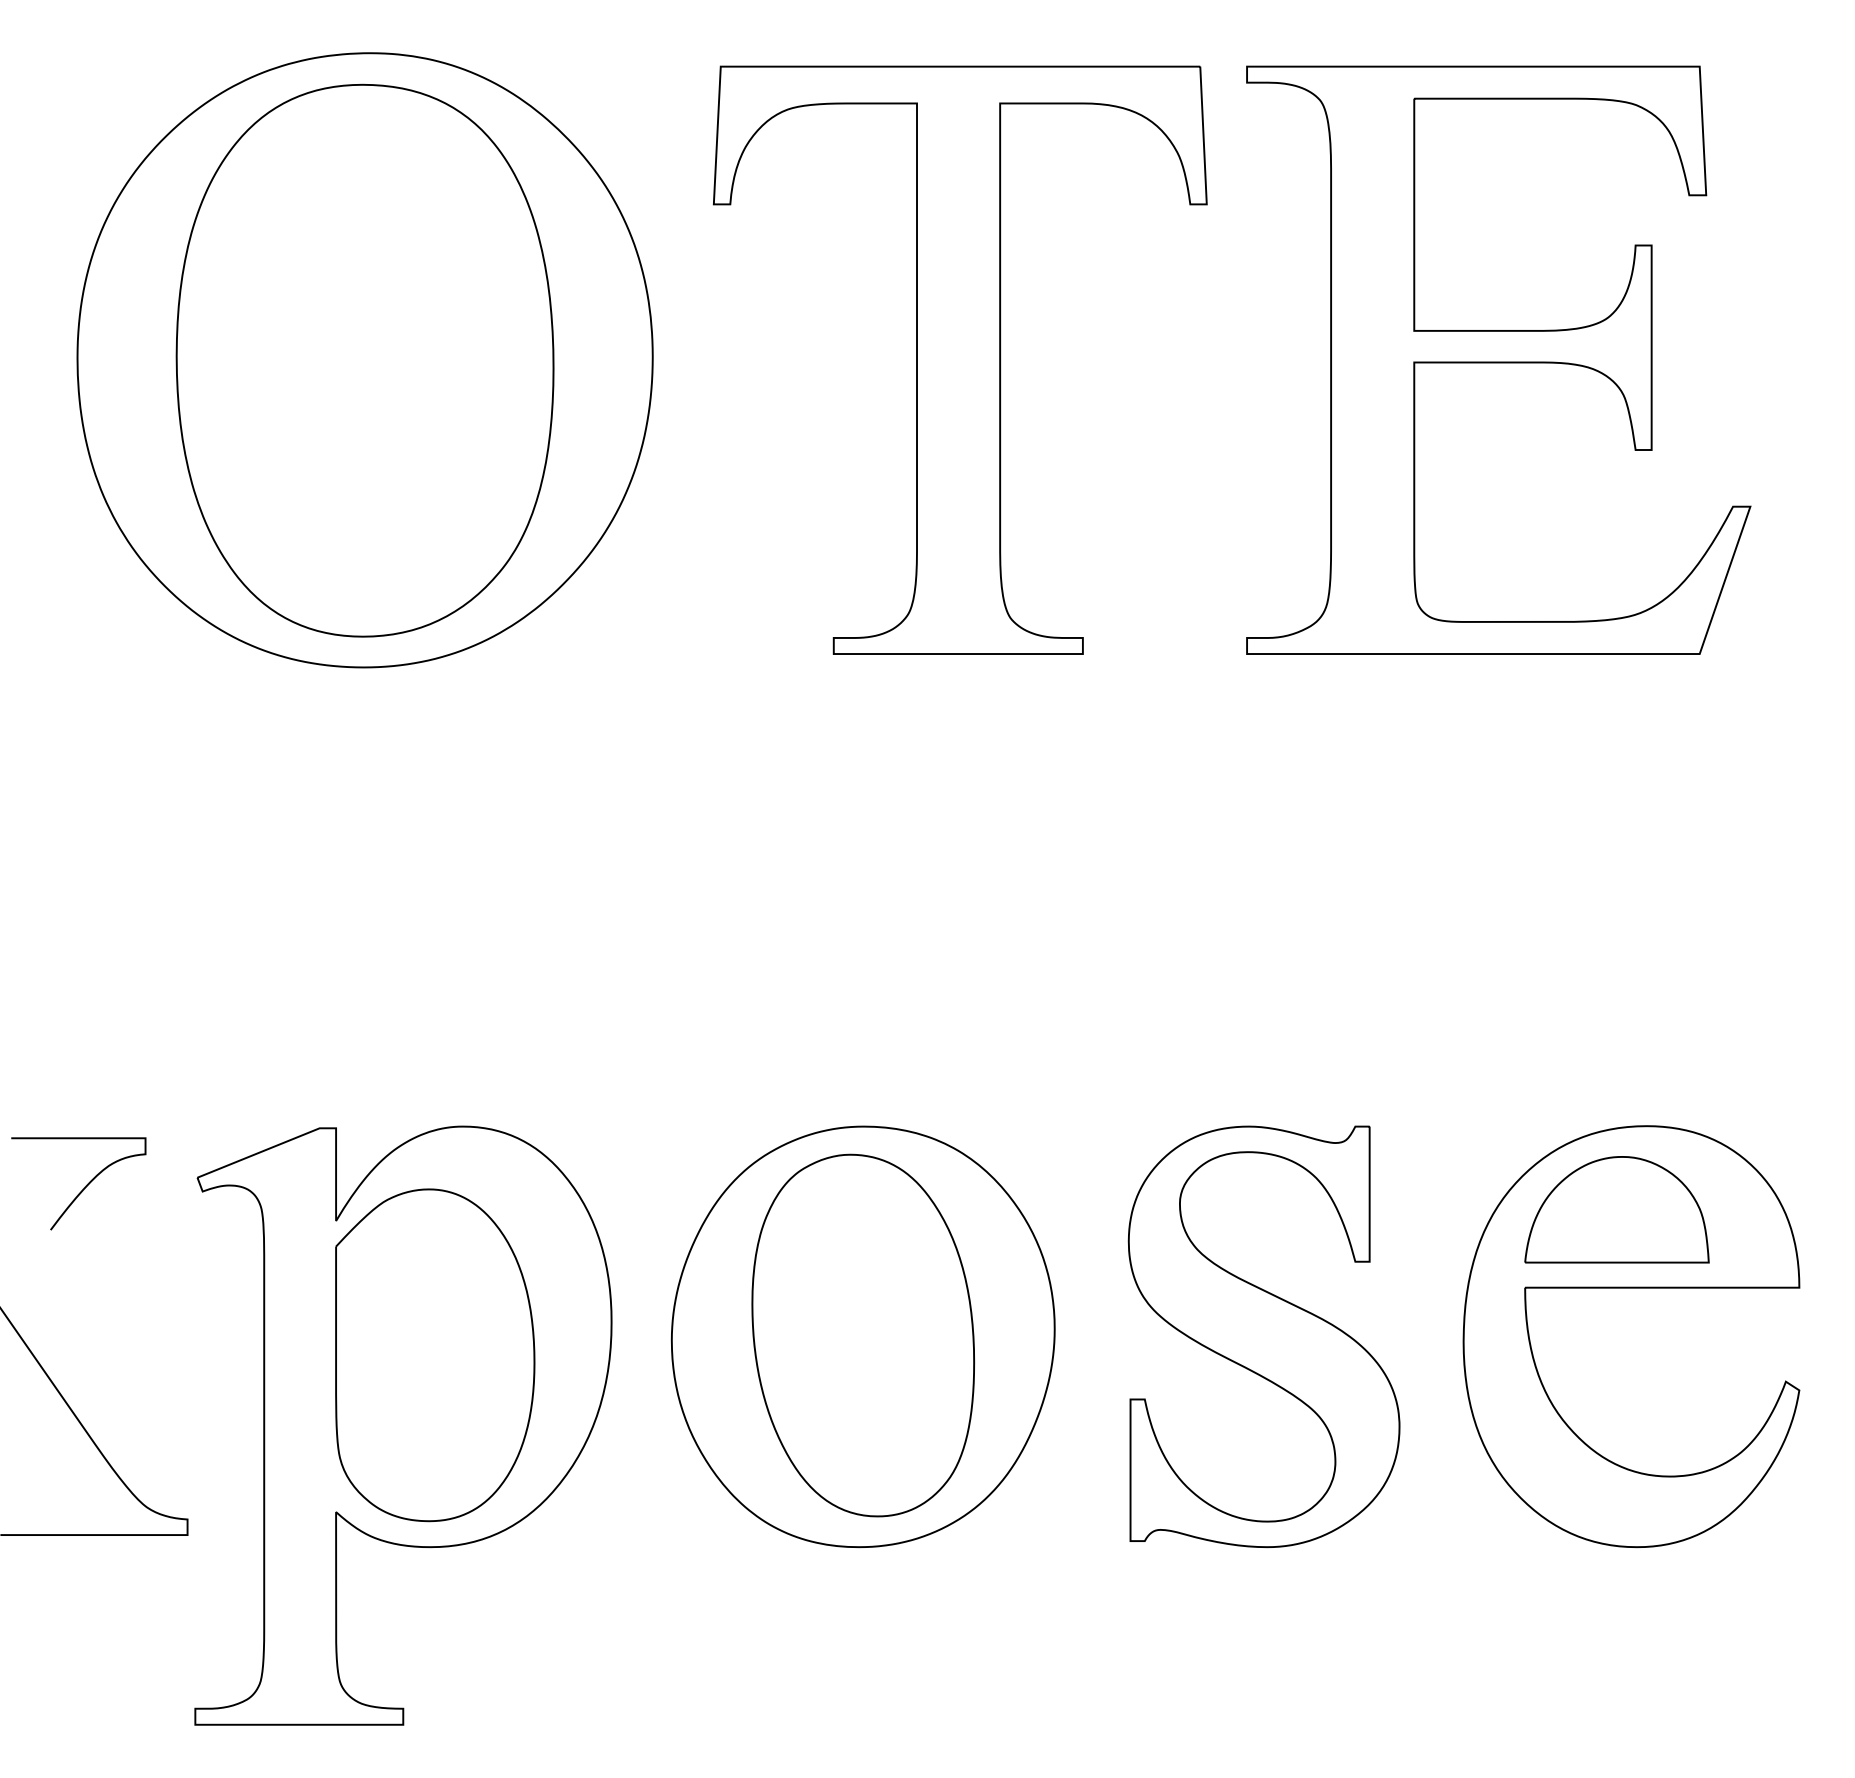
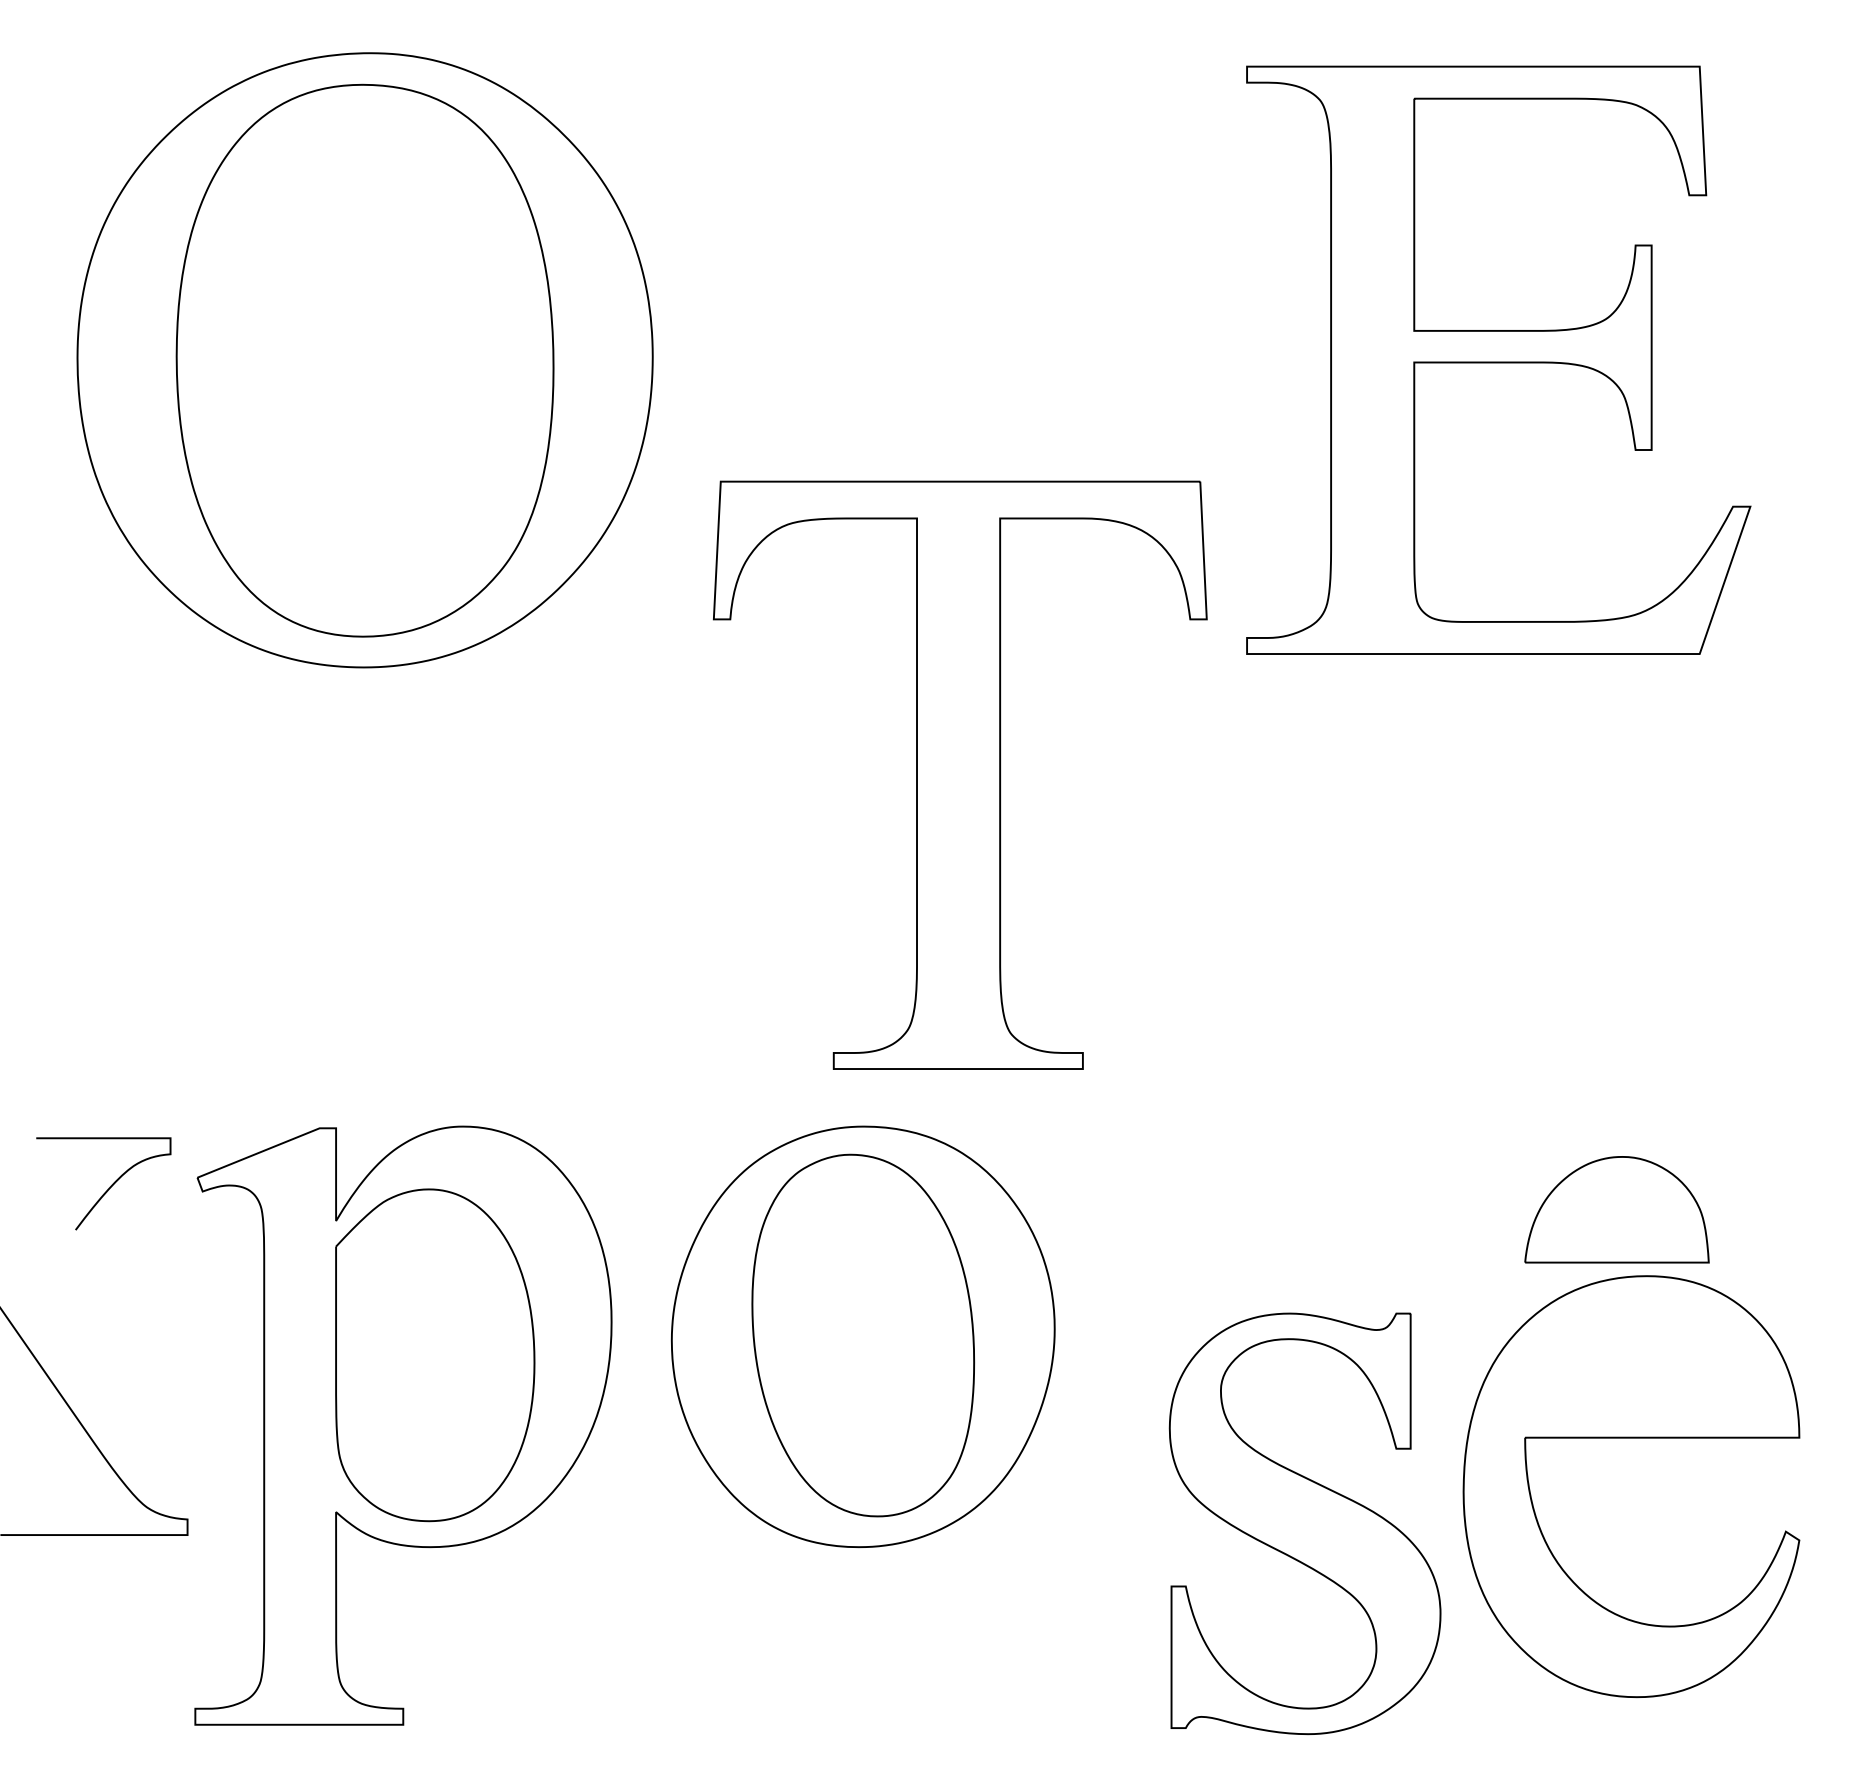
part at (960, 359) position: (960, 359) -> (960, 774)
curve at (83, 1188) position: (83, 1188) -> (108, 1188)
part at (1631, 1288) position: (1631, 1288) -> (1631, 1438)
part at (1263, 1336) position: (1263, 1336) -> (1304, 1523)
